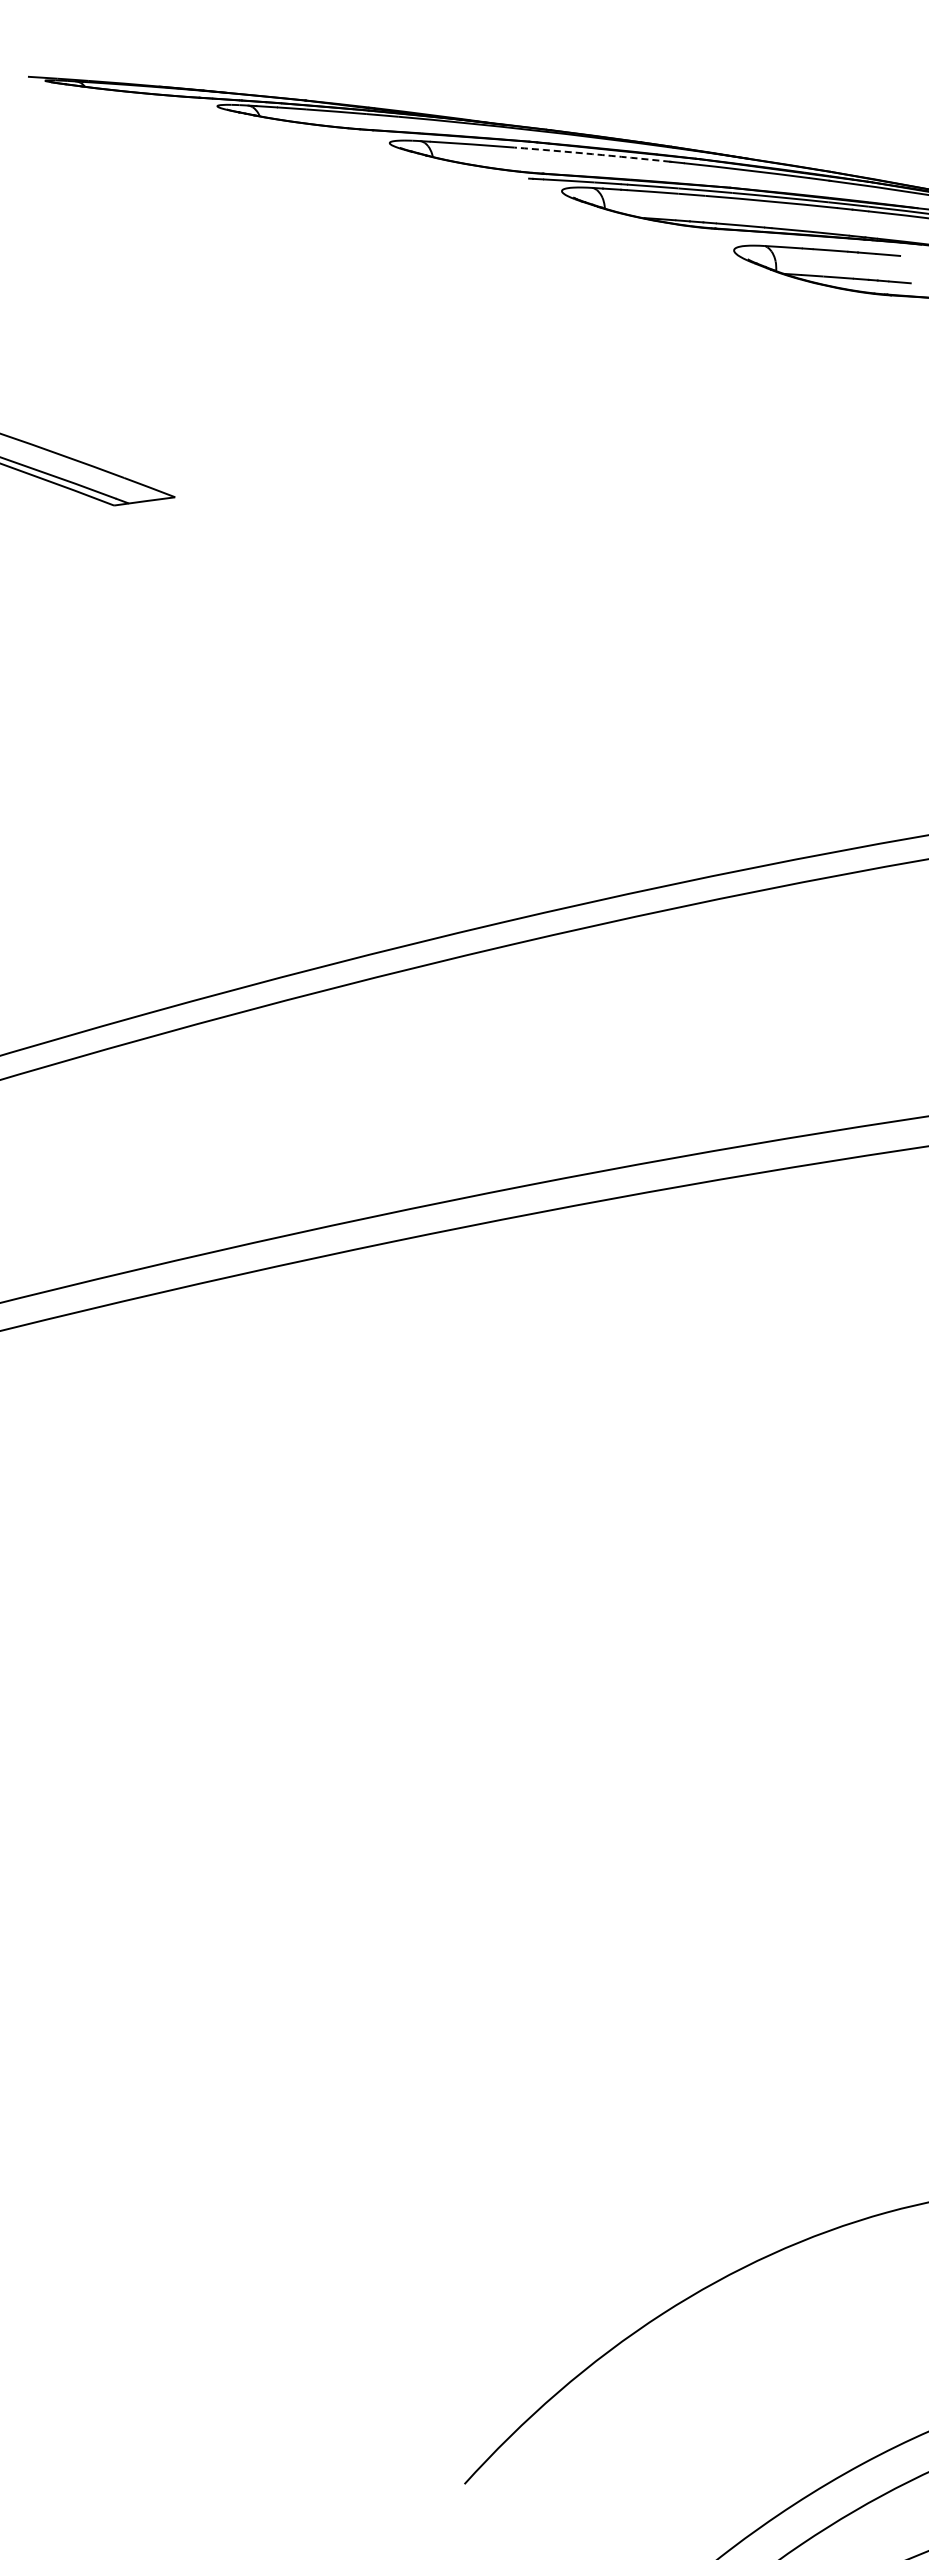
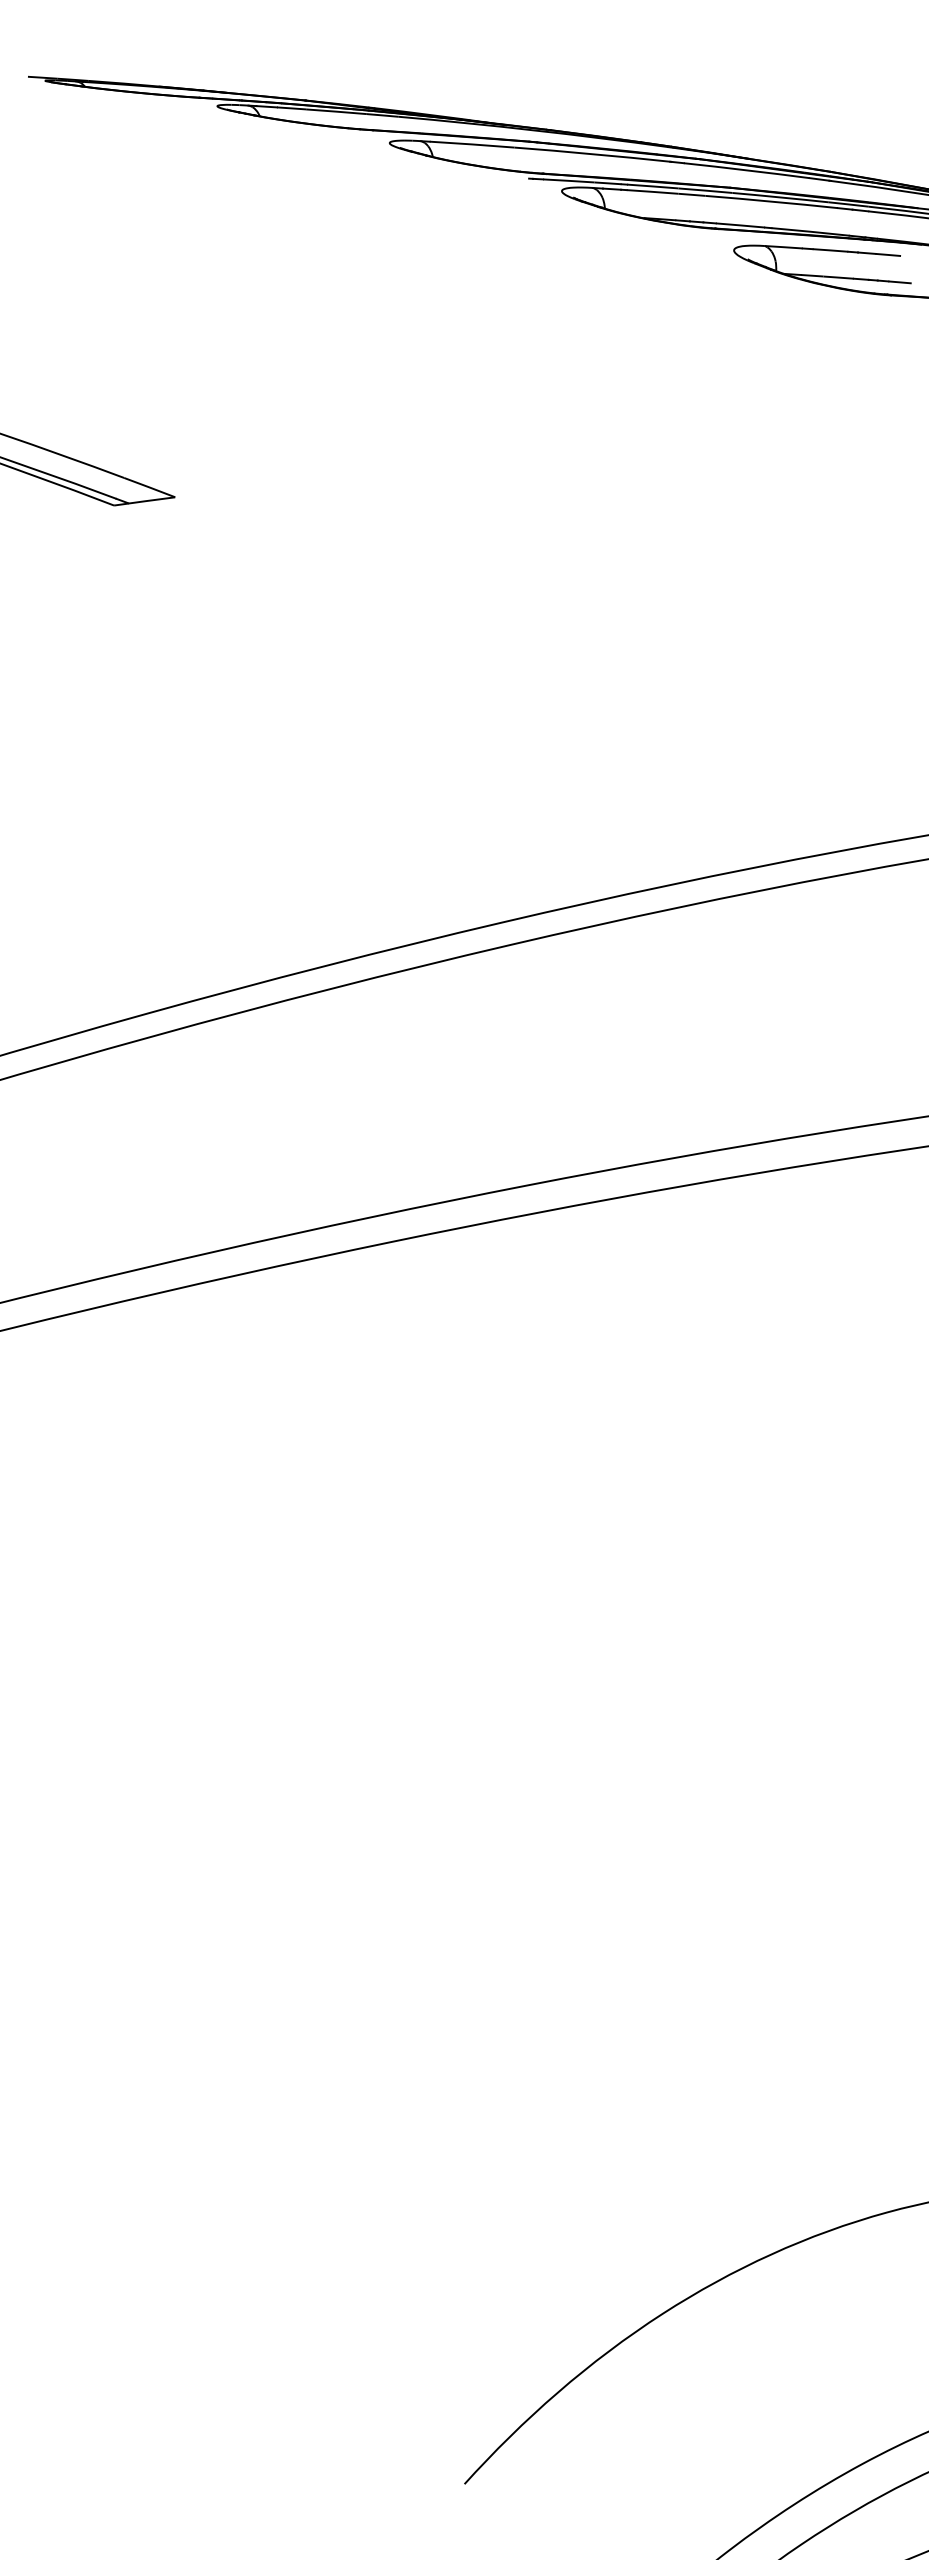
arc at (592, 154): dashed -> solid
